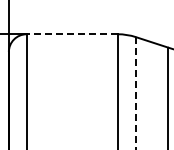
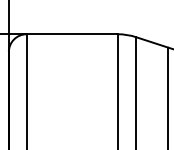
line at (72, 34): dashed -> solid
line at (136, 93): dashed -> solid
